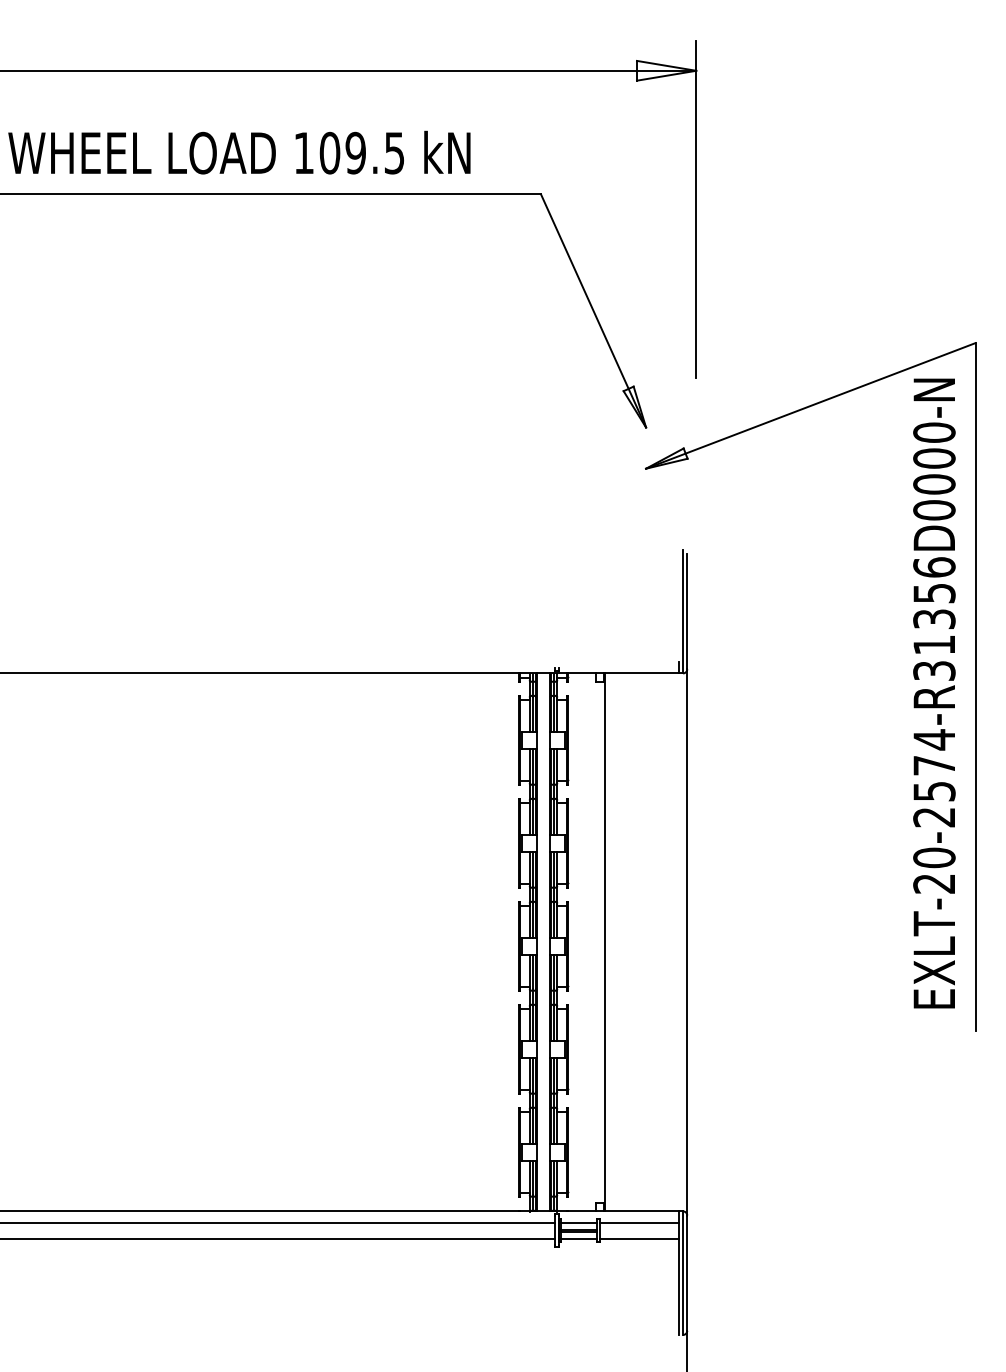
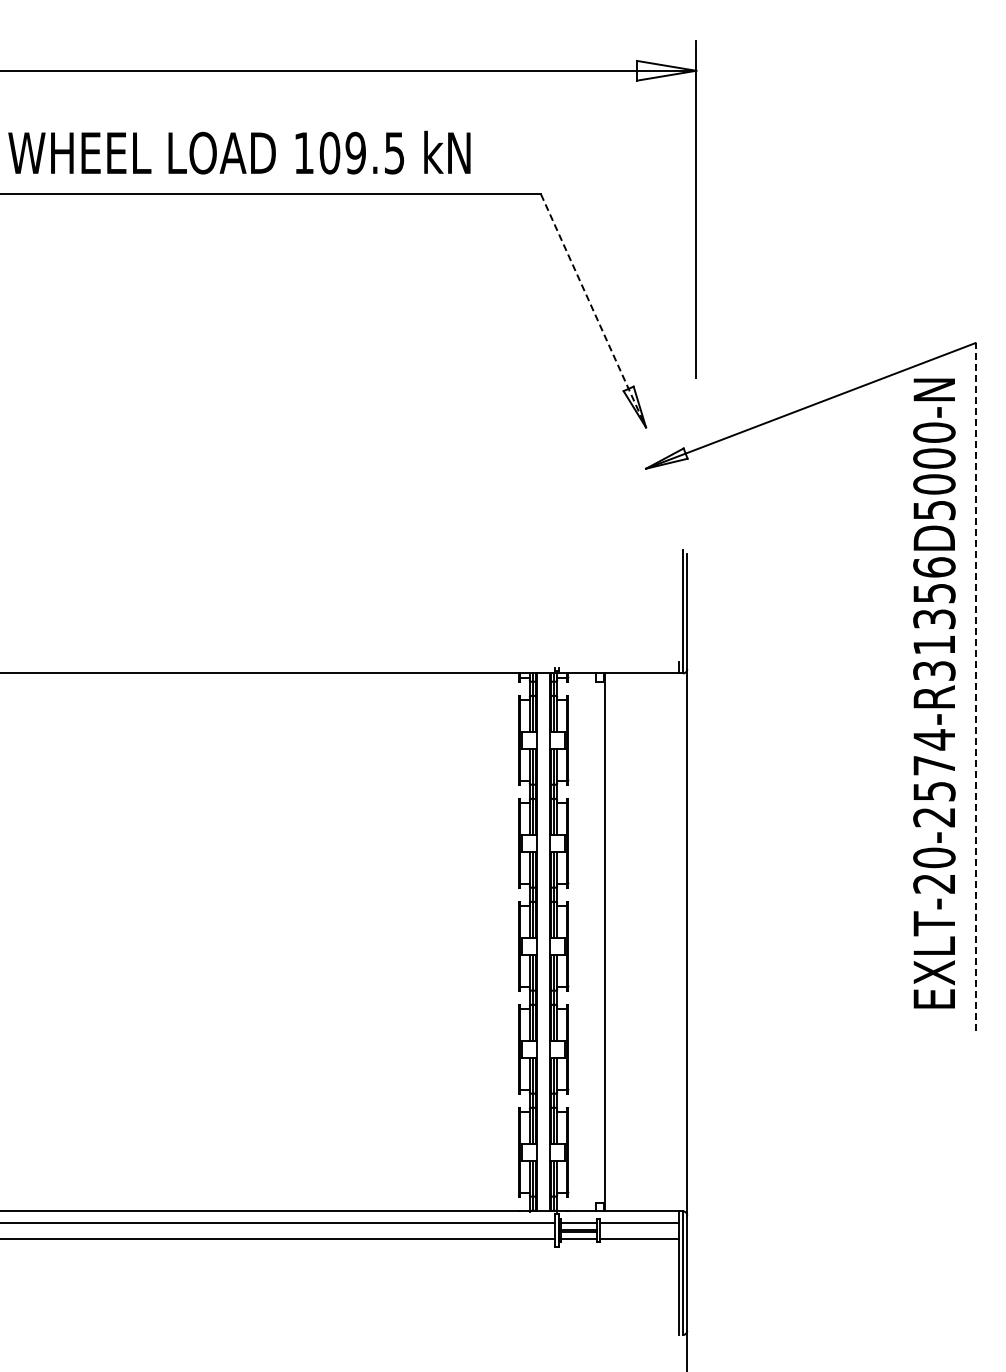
line at (593, 310): solid -> dashed
text at (934, 510): EXLT-20-2574-R31356D0000-N -> EXLT-20-2574-R31356D5000-N
line at (975, 687): solid -> dashed
